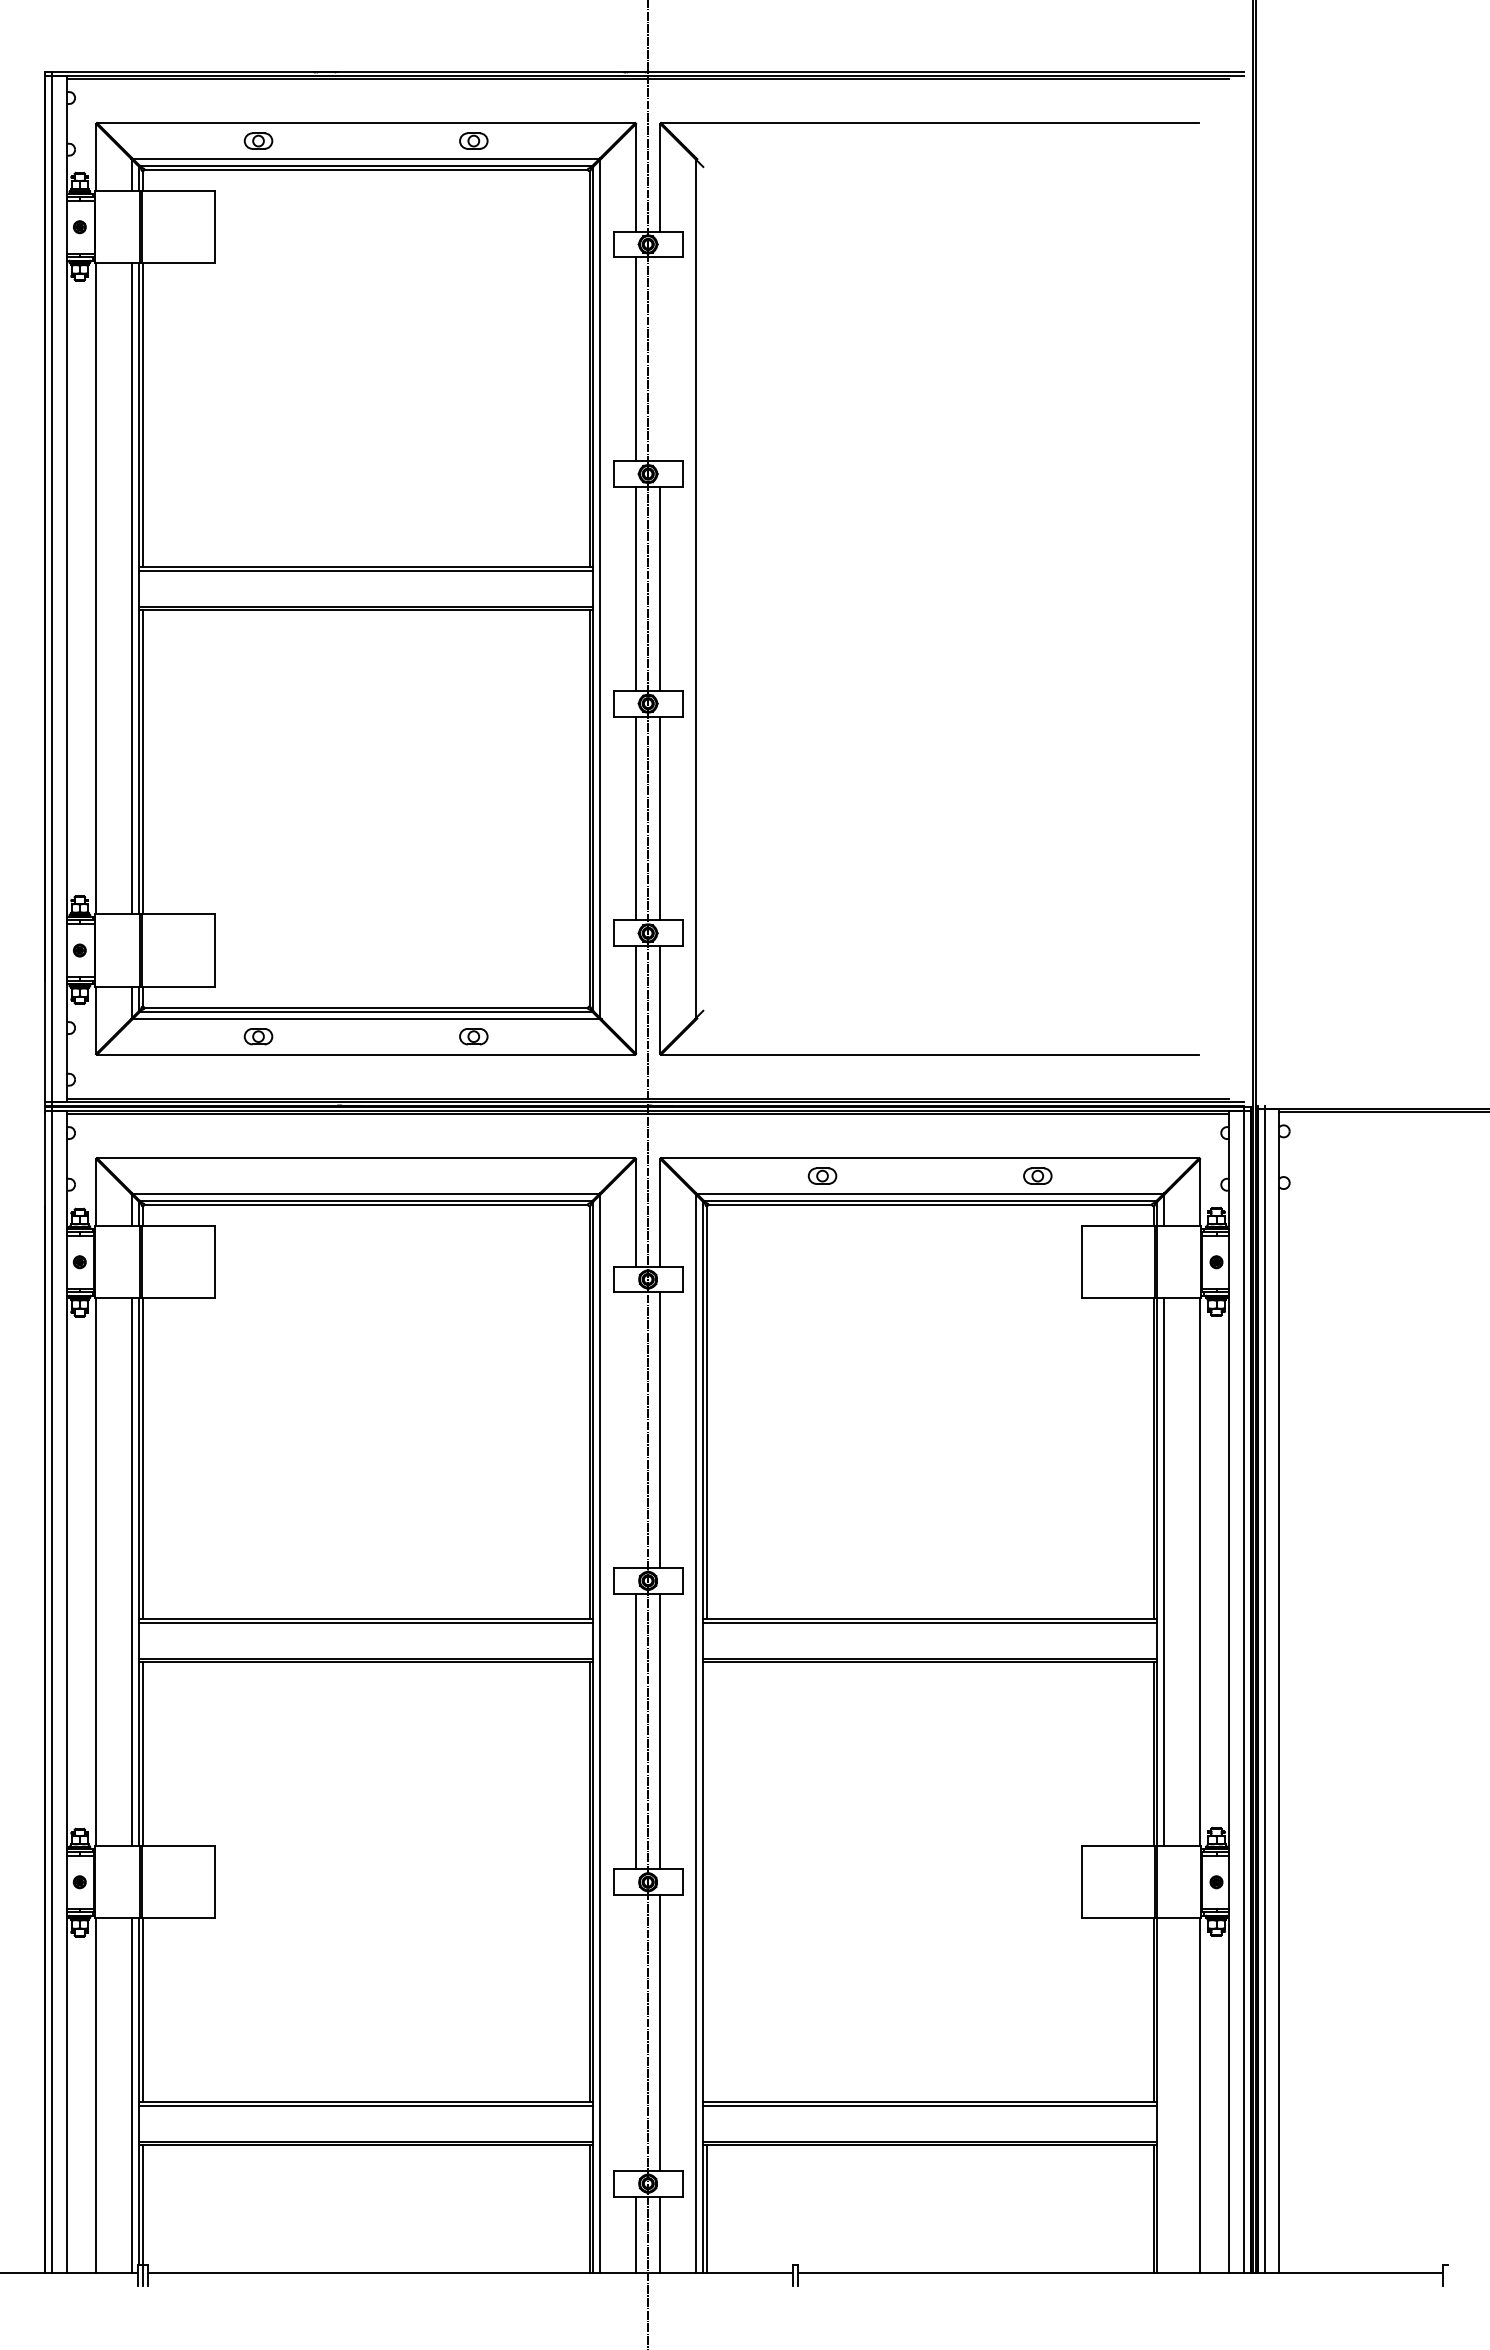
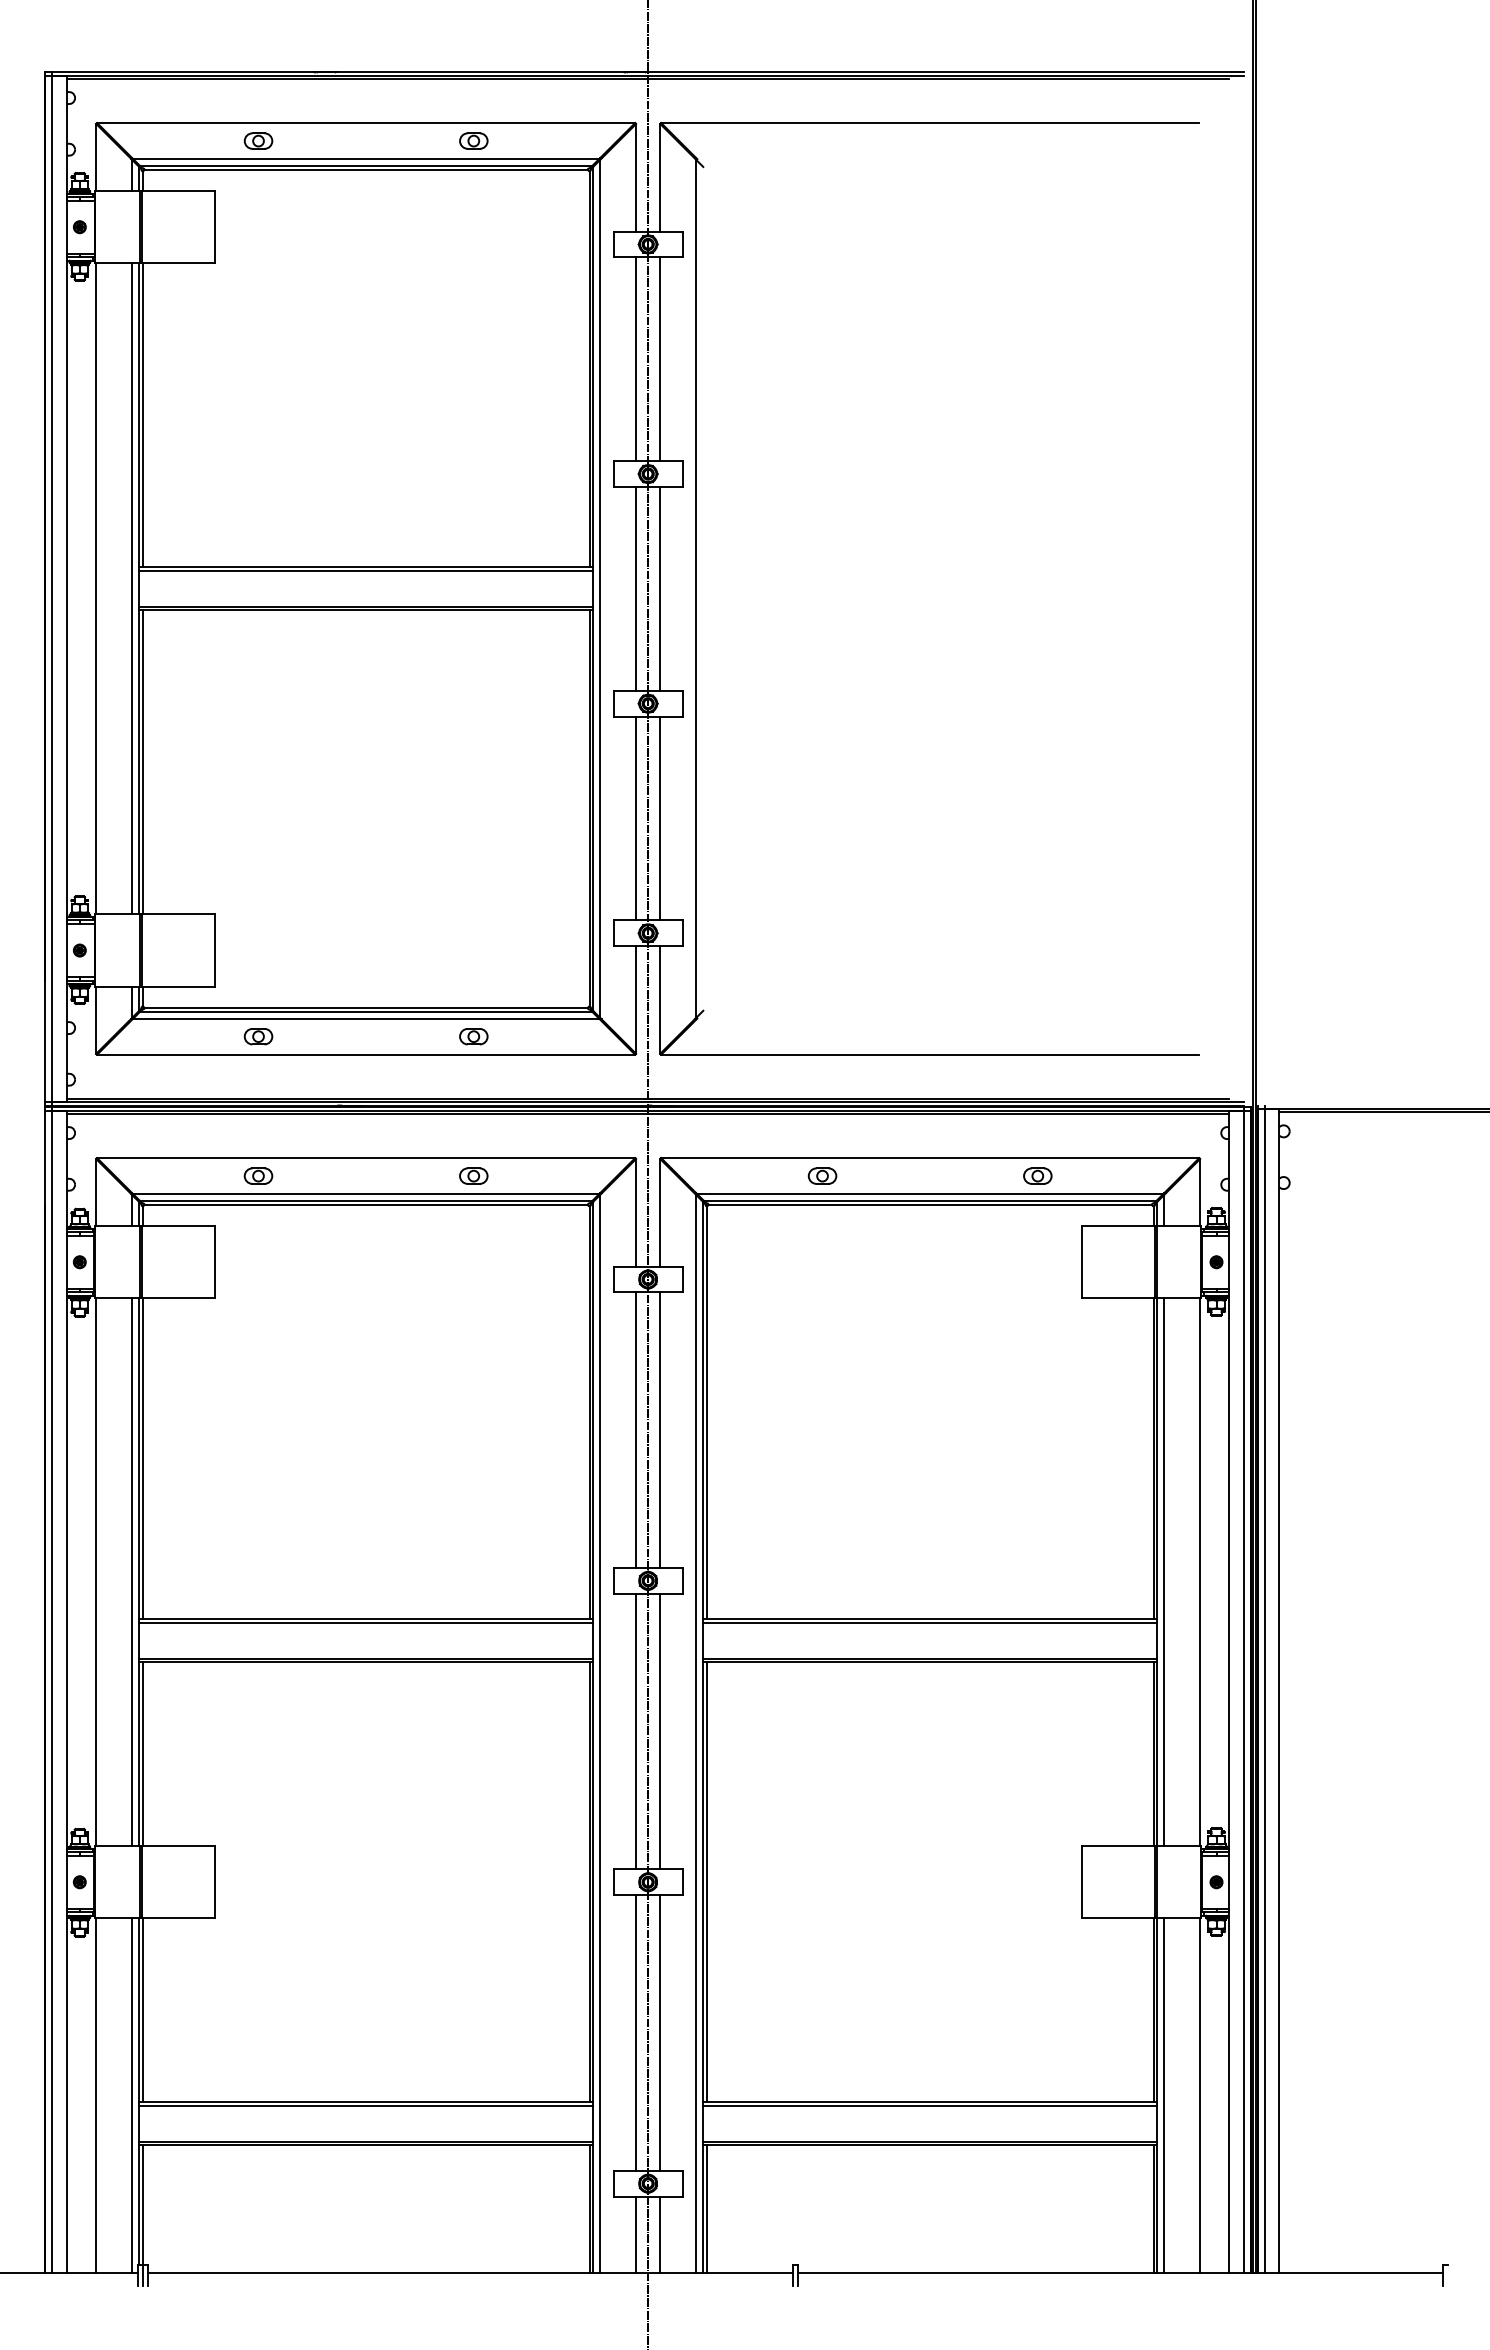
line at (660, 359): none -> present
part at (258, 1175): none -> present
part at (473, 1175): none -> present
line at (636, 1429): none -> present
line at (706, 1882): none -> present
line at (636, 2032): none -> present
line at (1163, 2095): none -> present
